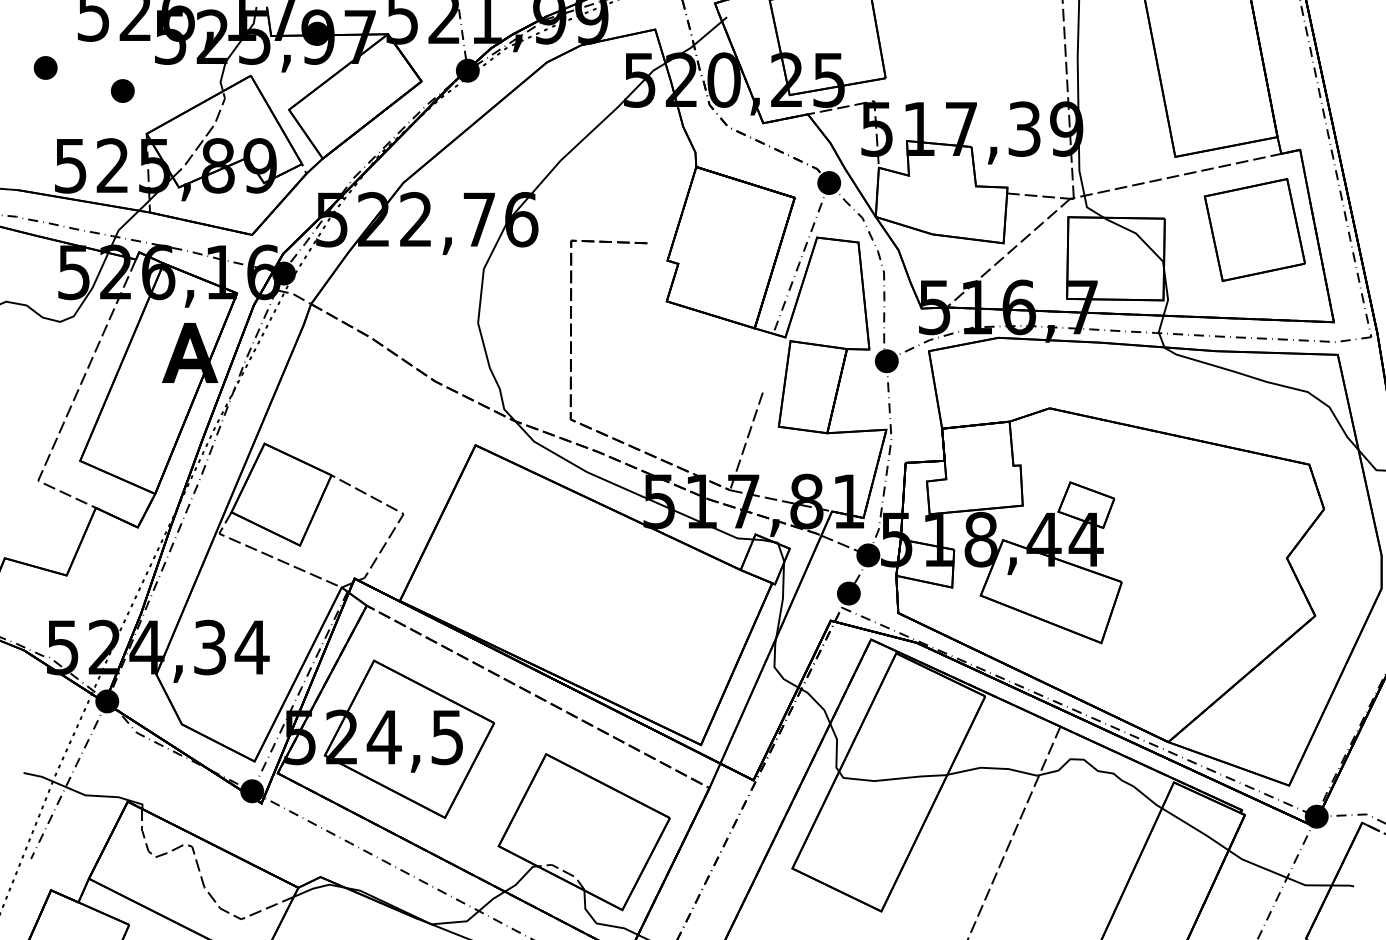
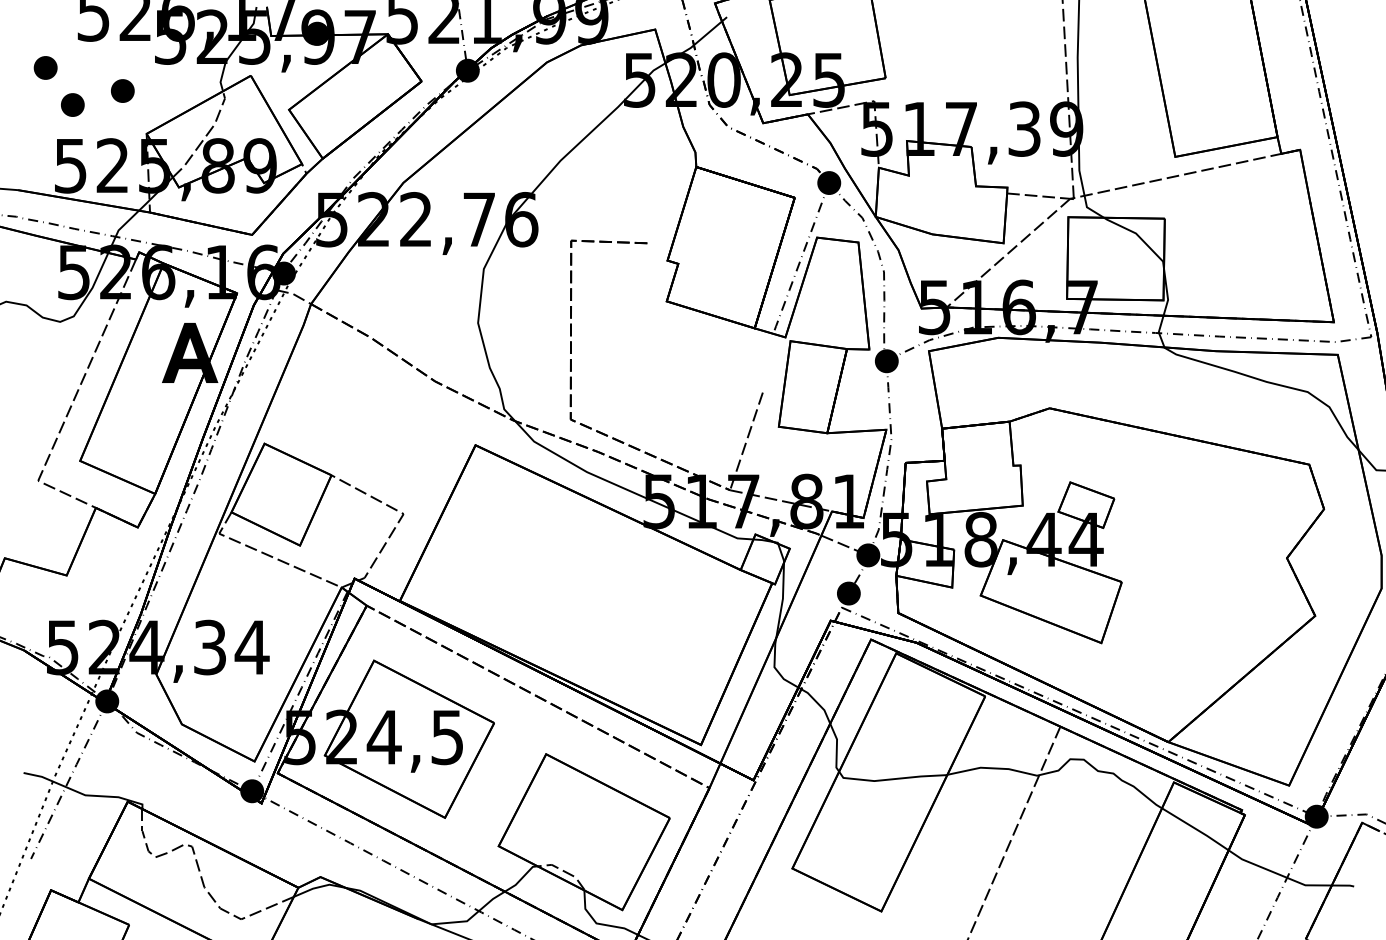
part at (72, 104): none -> present
part at (1254, 229): present -> none
